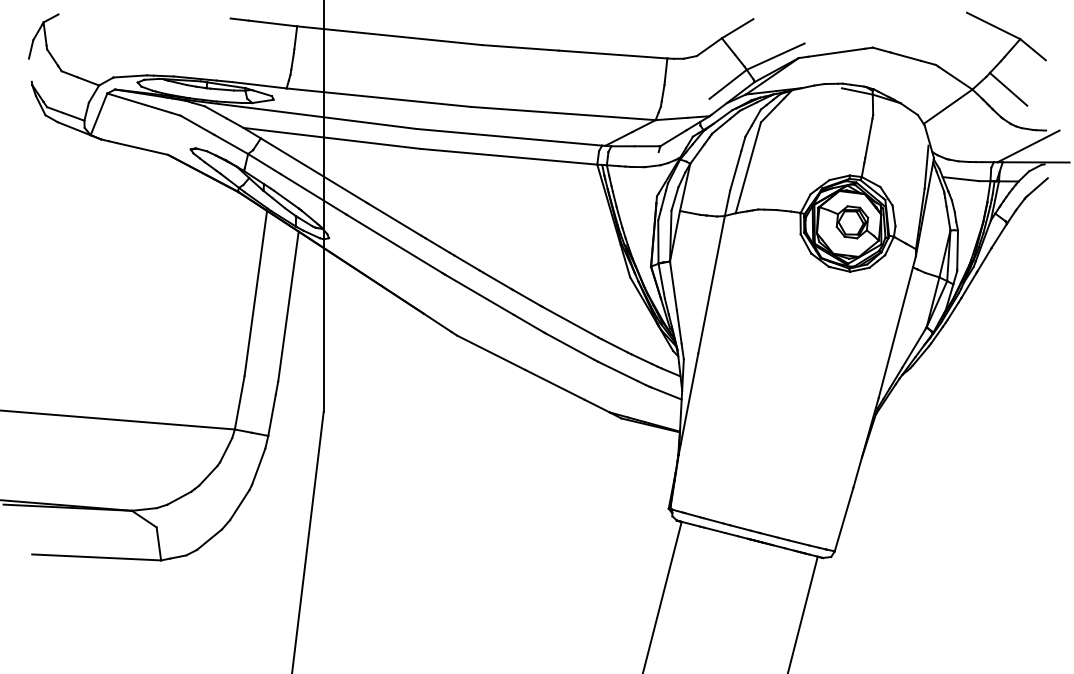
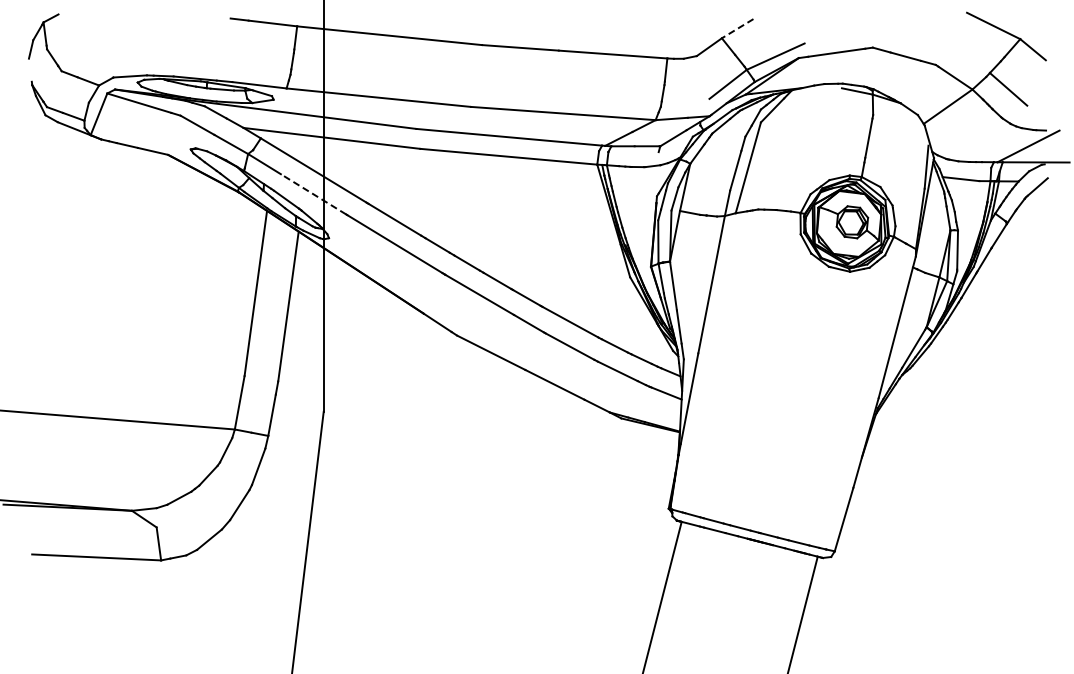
line at (737, 28): solid -> dashed
line at (313, 194): solid -> dashed
